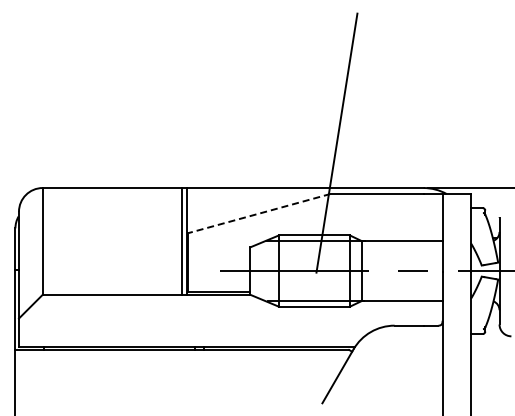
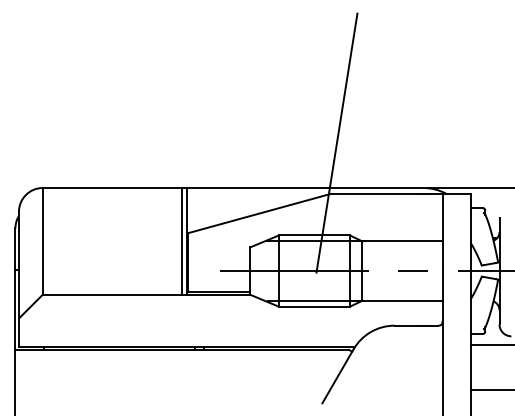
line at (259, 213): dashed -> solid
line at (491, 344): none -> present
line at (491, 389): none -> present
